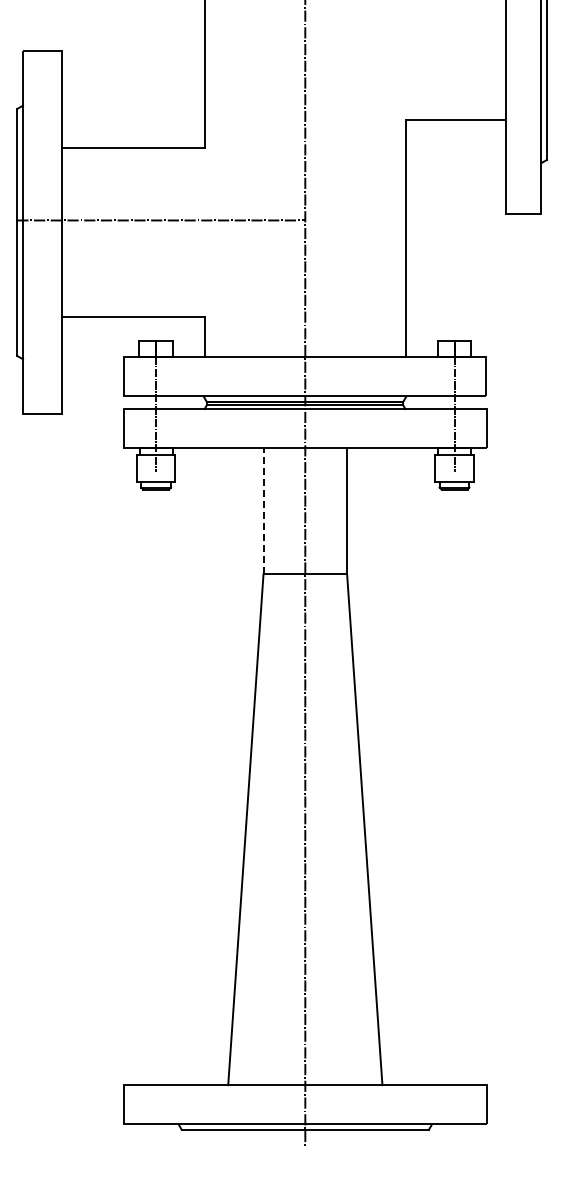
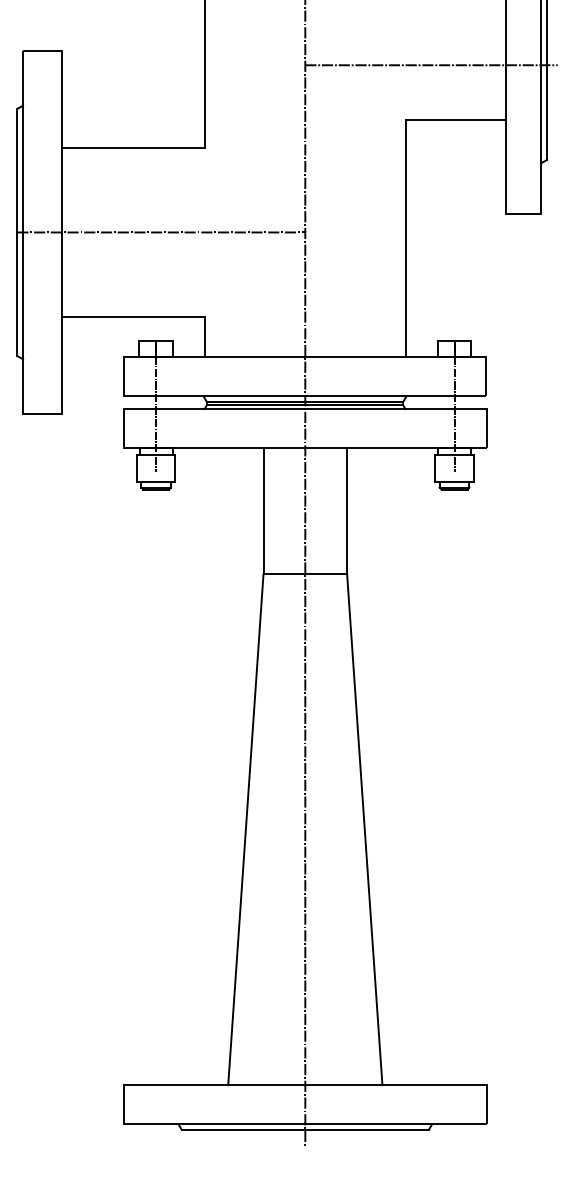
line at (431, 65): none -> present
line at (161, 220) position: (161, 220) -> (161, 232)
line at (263, 510): dashed -> solid
